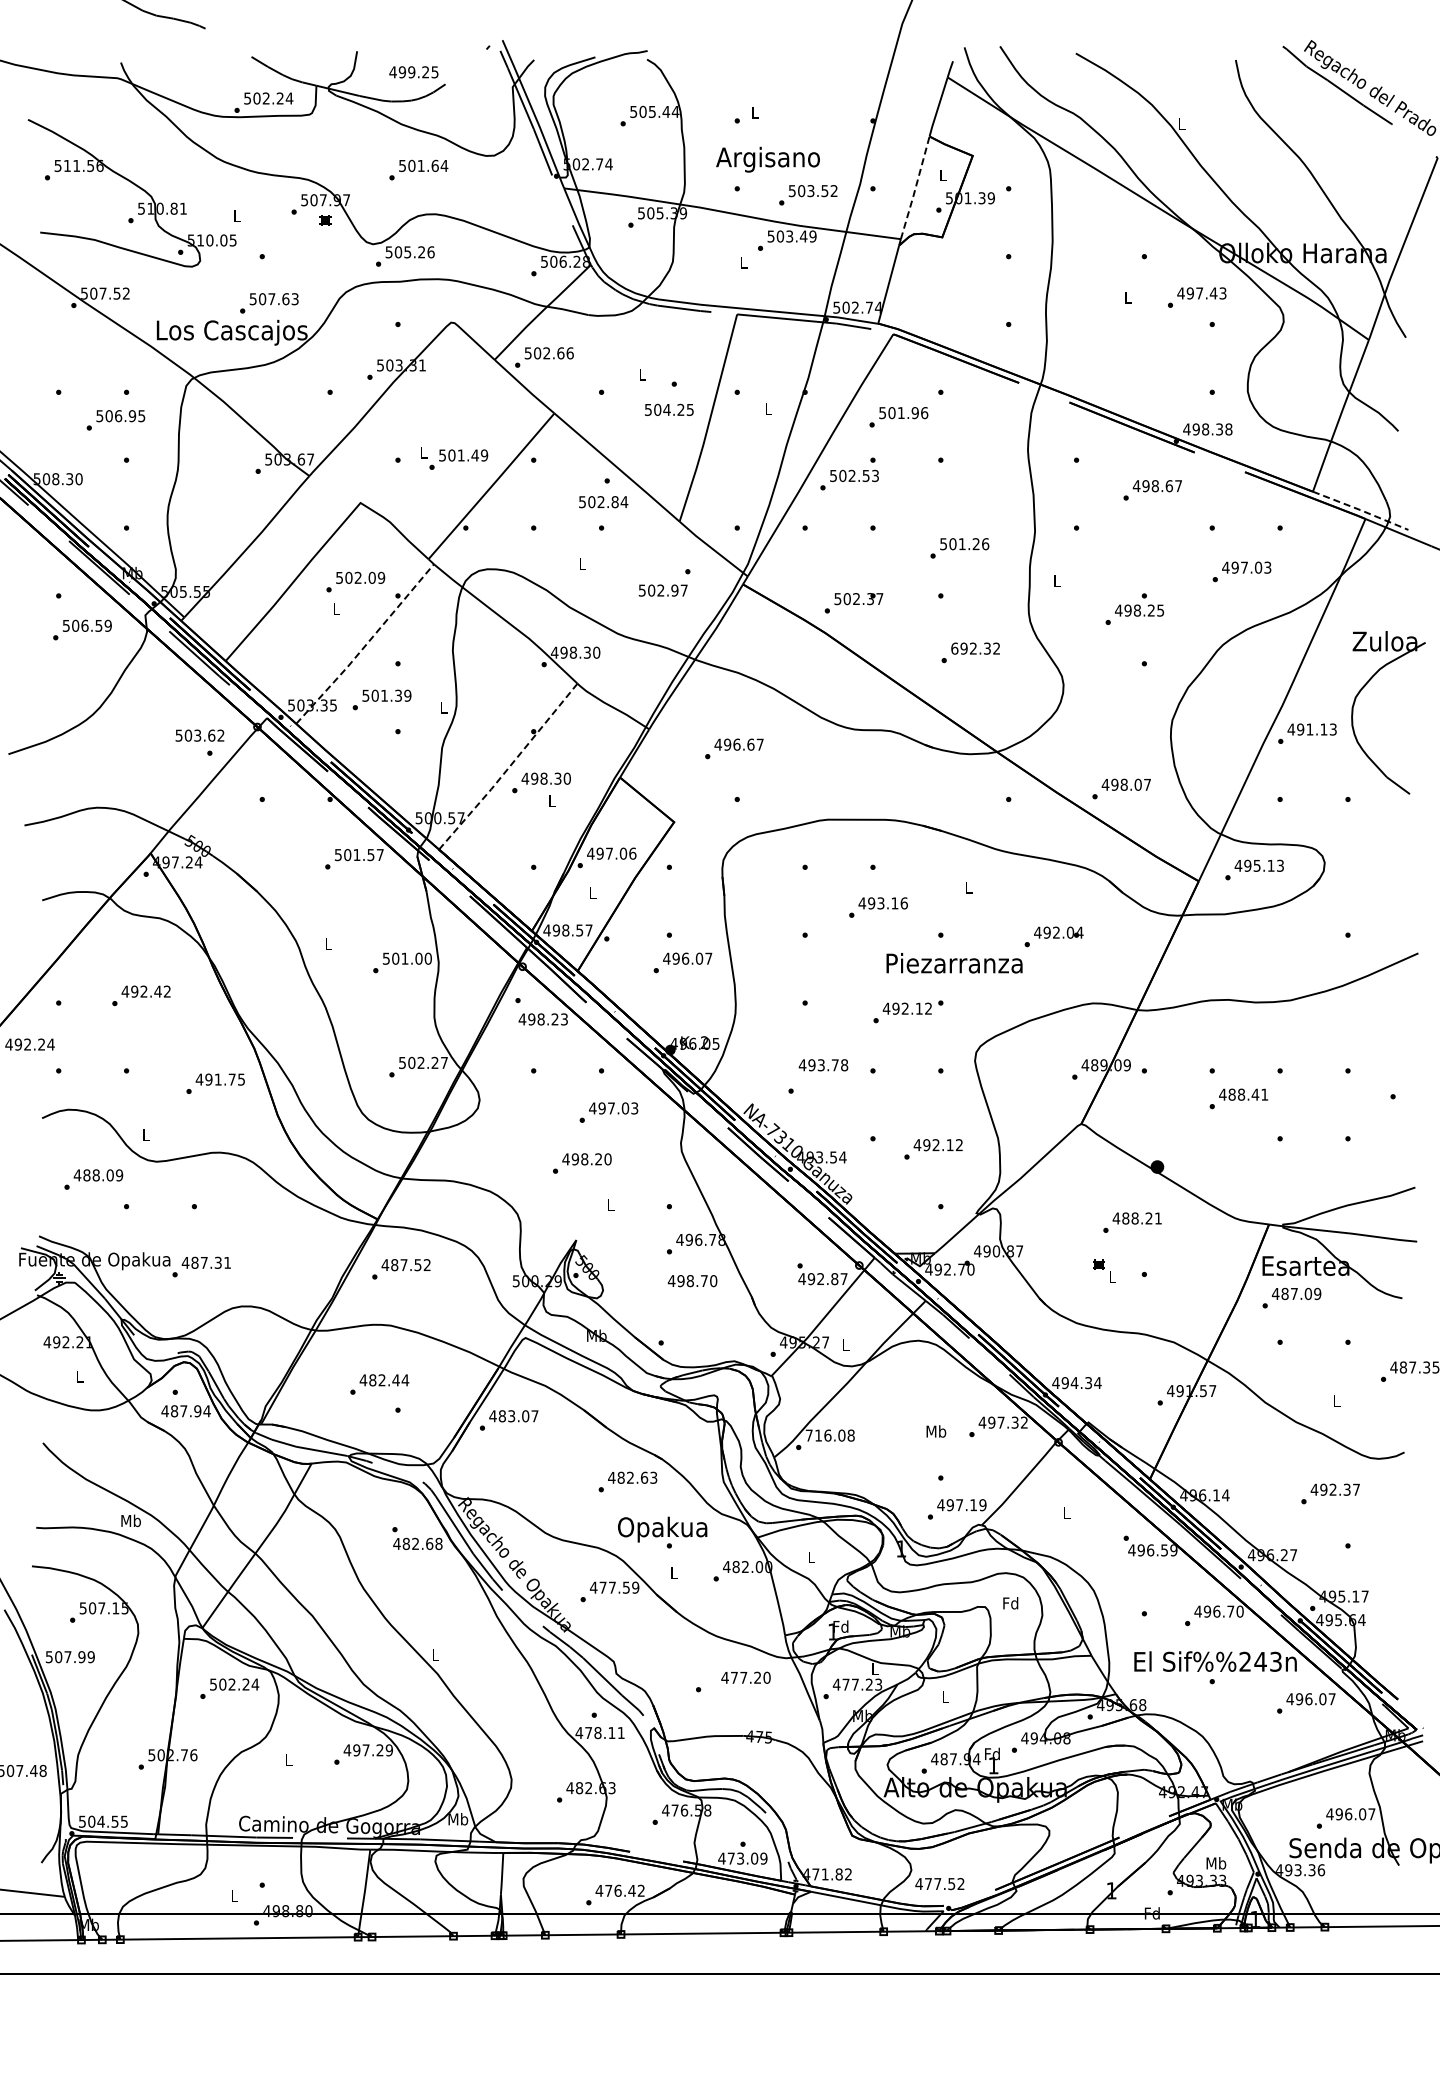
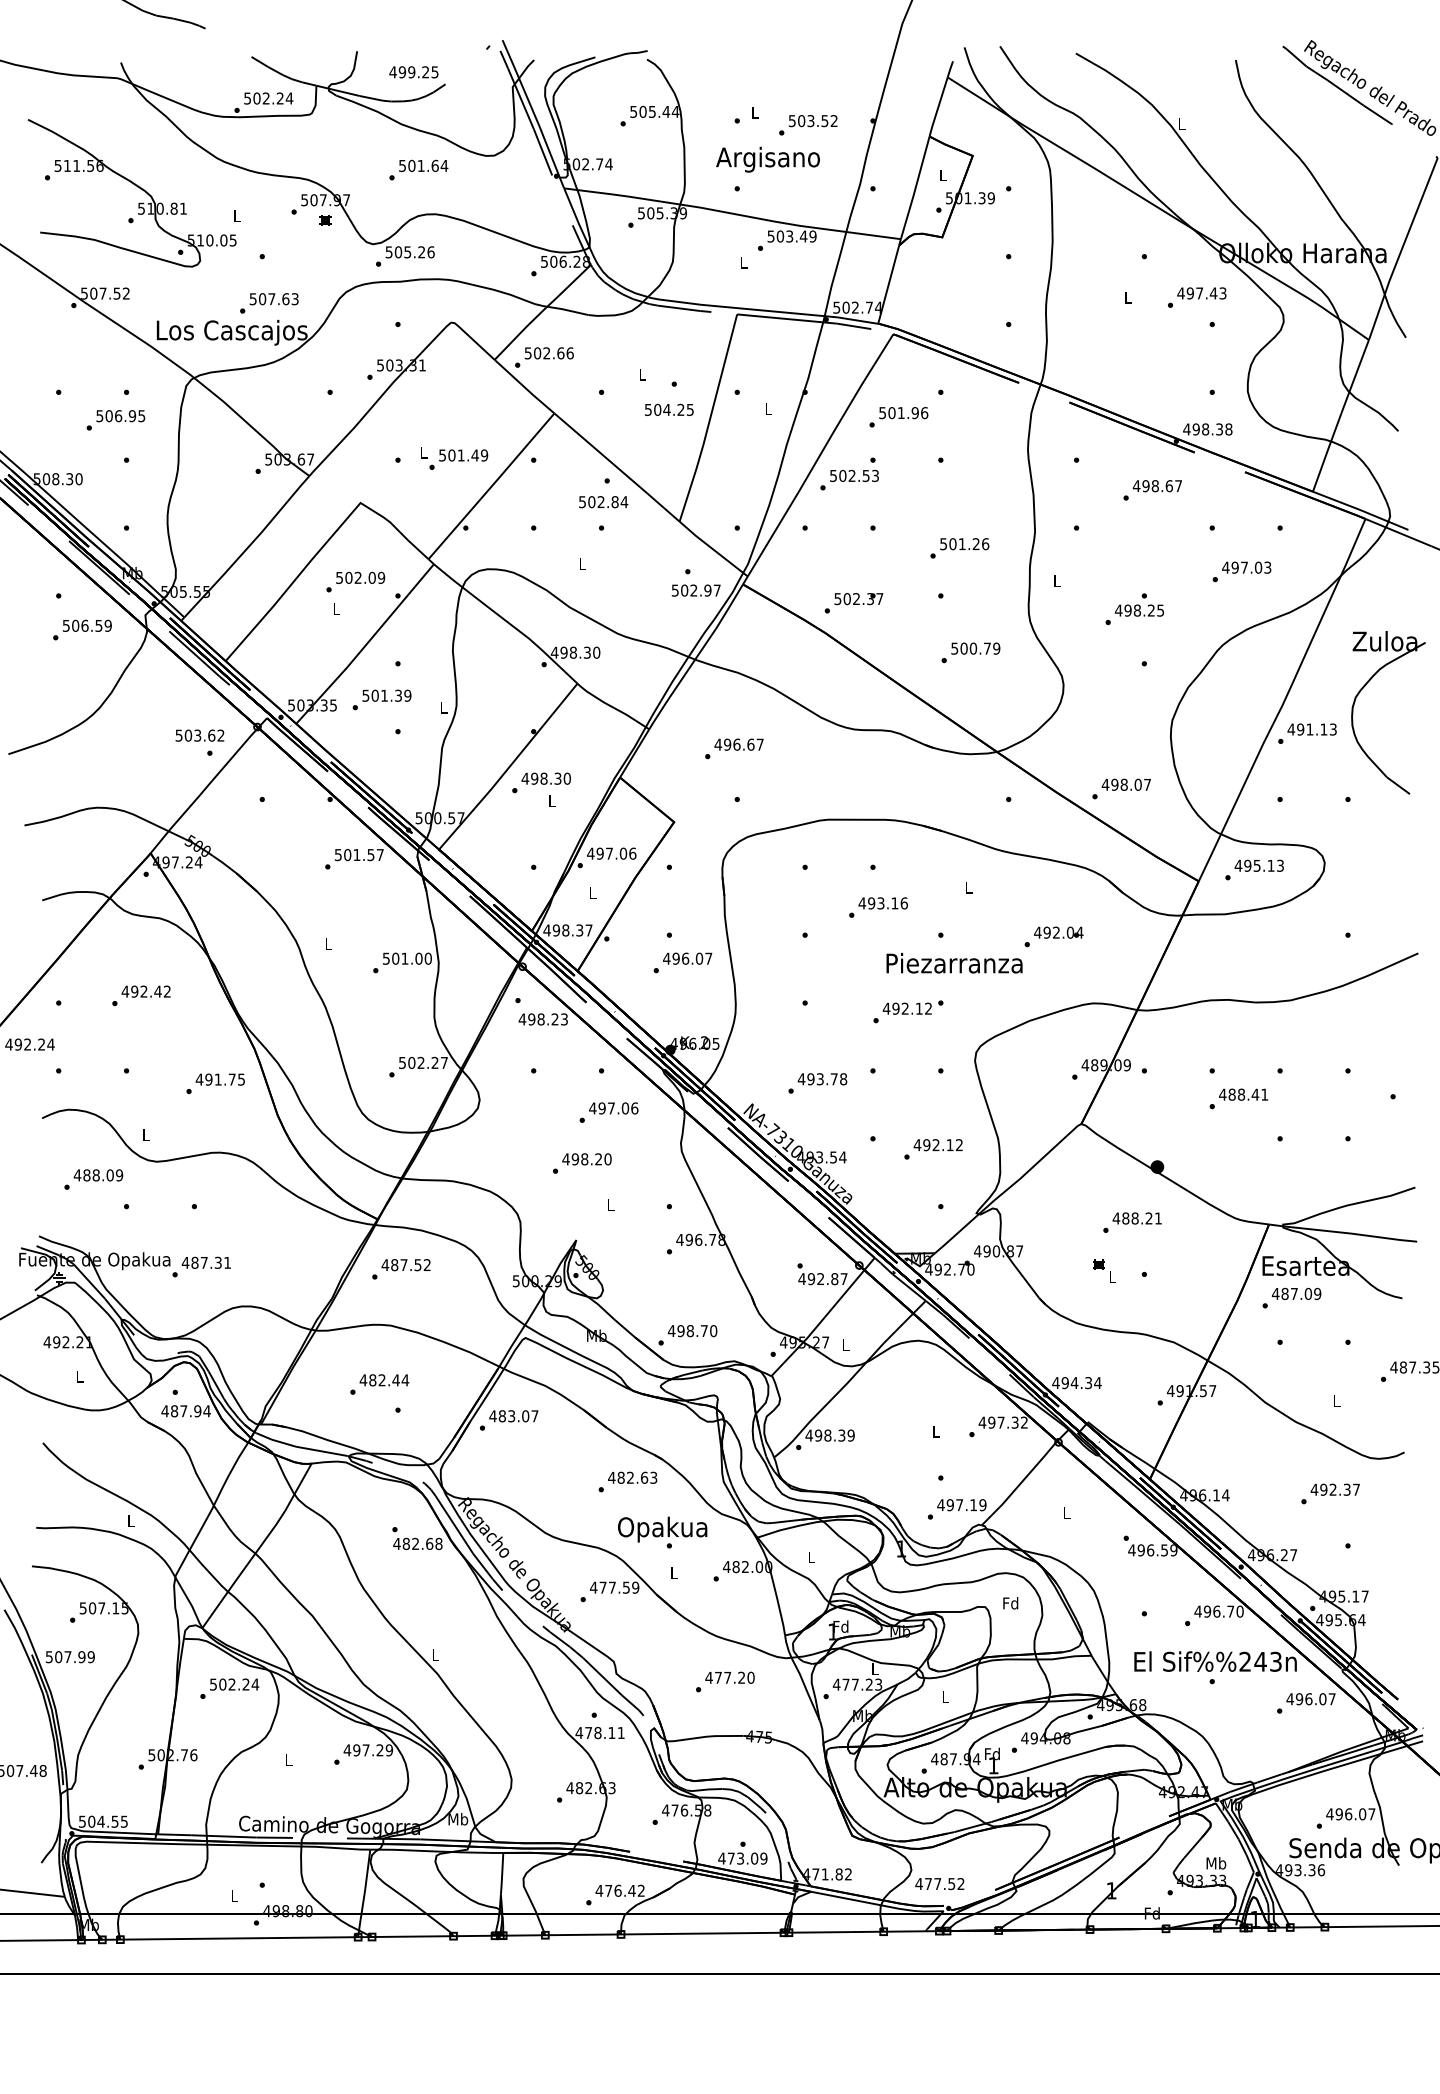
line at (915, 188): dashed -> solid
text at (808, 195) position: (808, 195) -> (808, 125)
line at (1361, 510): dashed -> solid
text at (662, 590) position: (662, 590) -> (695, 590)
line at (366, 645): dashed -> solid
text at (975, 648): 692.32 -> 500.79
line at (508, 767): dashed -> solid
text at (579, 929): 498.57 -> 498.37
text at (823, 1065) position: (823, 1065) -> (822, 1079)
text at (634, 1108): 497.03 -> 497.06
text at (692, 1281) position: (692, 1281) -> (692, 1331)
text at (936, 1431): Mb -> L
text at (829, 1435): 716.08 -> 498.39
text at (130, 1520): Mb -> L
text at (745, 1677) position: (745, 1677) -> (729, 1677)
